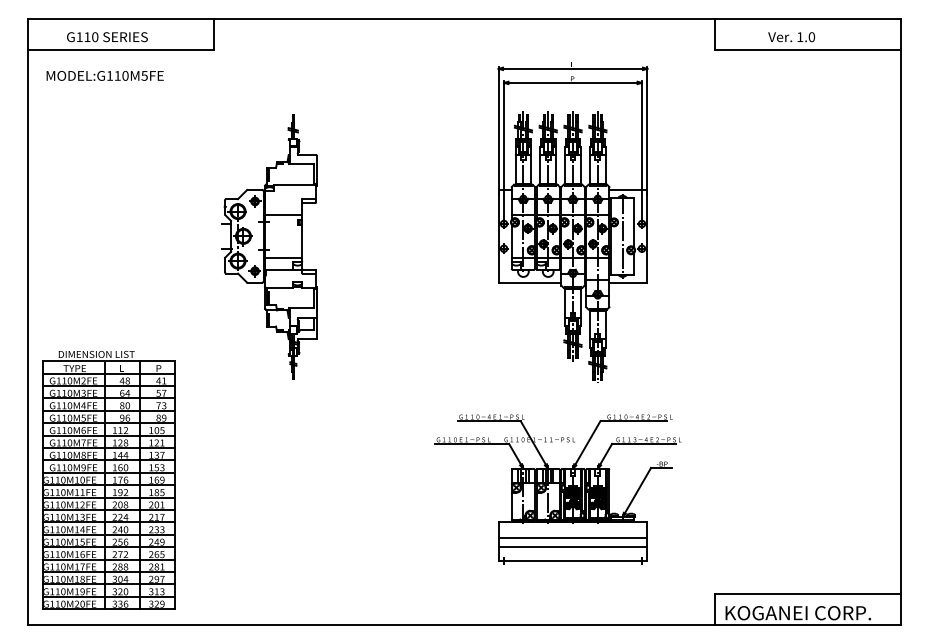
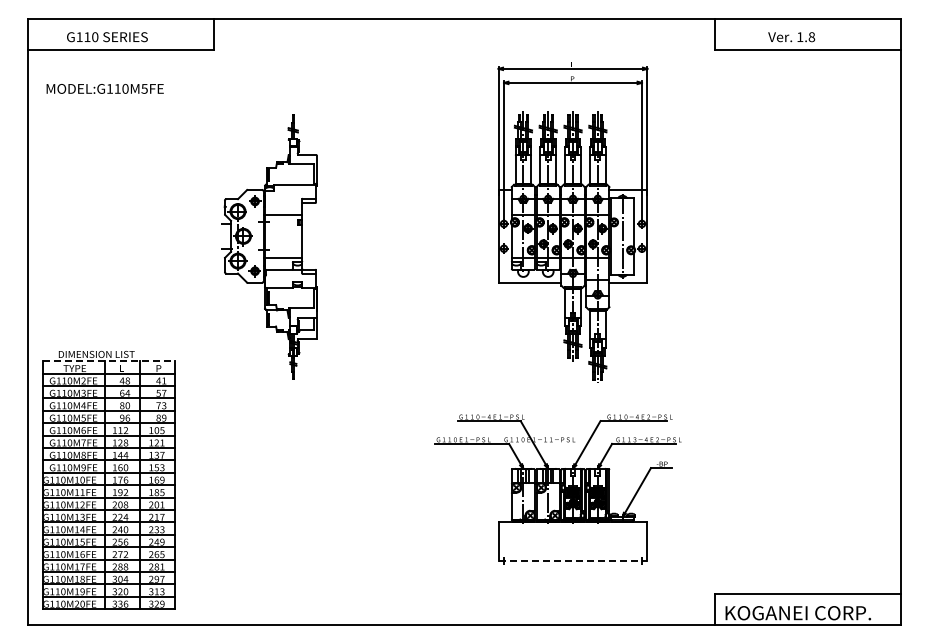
text at (811, 36): 1.0 -> 1.8
text at (104, 75) position: (104, 75) -> (104, 88)
line at (109, 361): solid -> dashed
line at (572, 538): present -> none
line at (572, 547): present -> none
line at (573, 560): solid -> dashed
